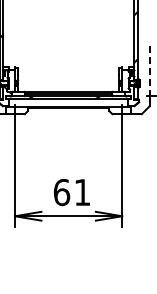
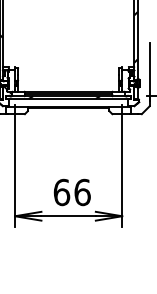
line at (149, 69): dashed -> solid
text at (82, 192): 61 -> 66
